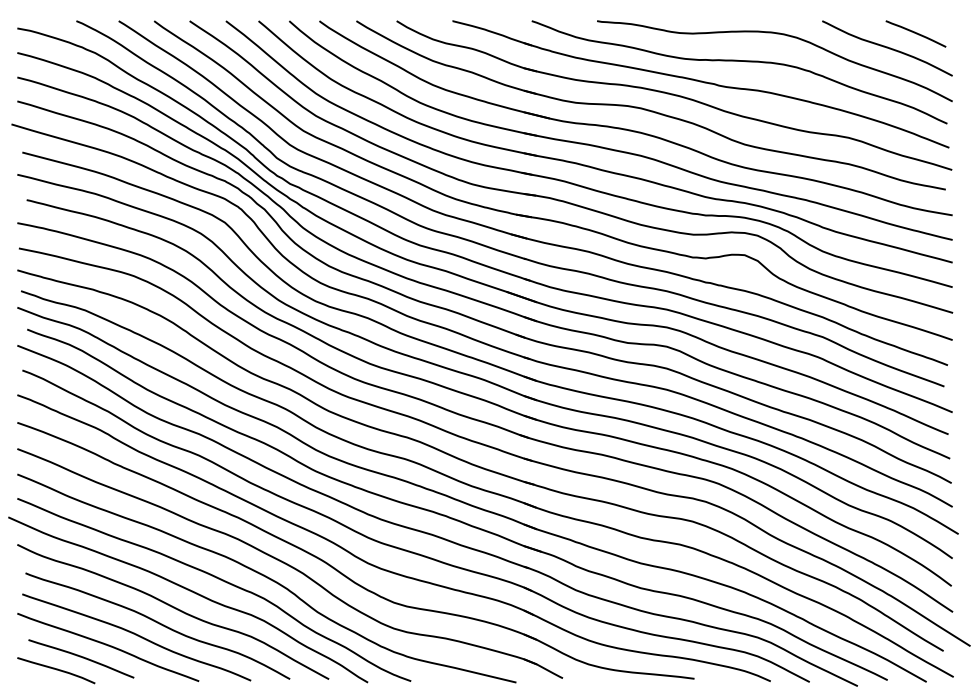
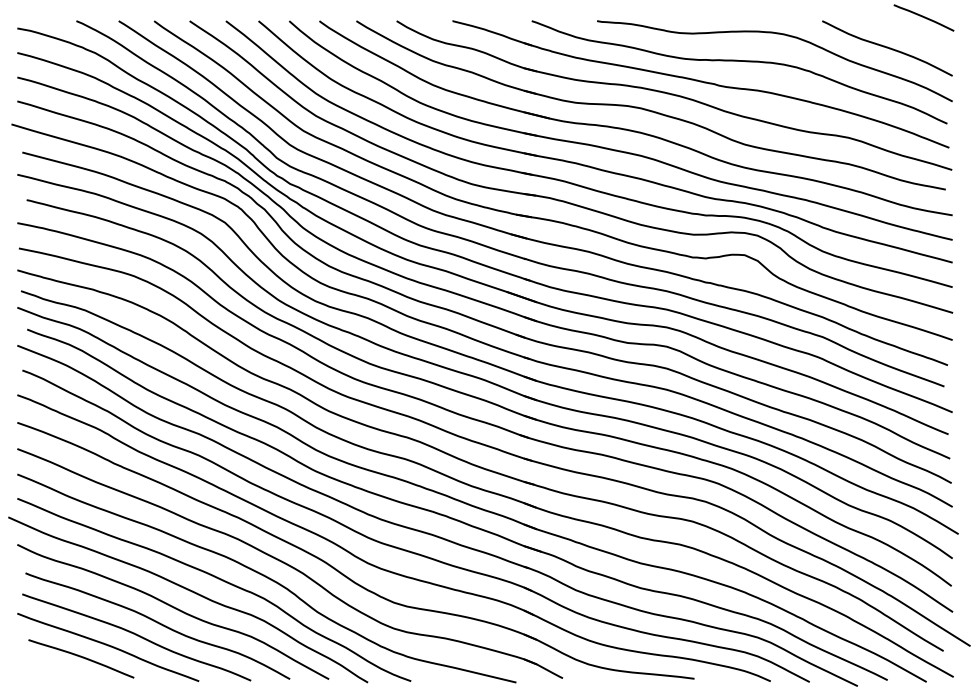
line at (915, 33) position: (915, 33) -> (923, 17)
curve at (56, 670): present -> none
